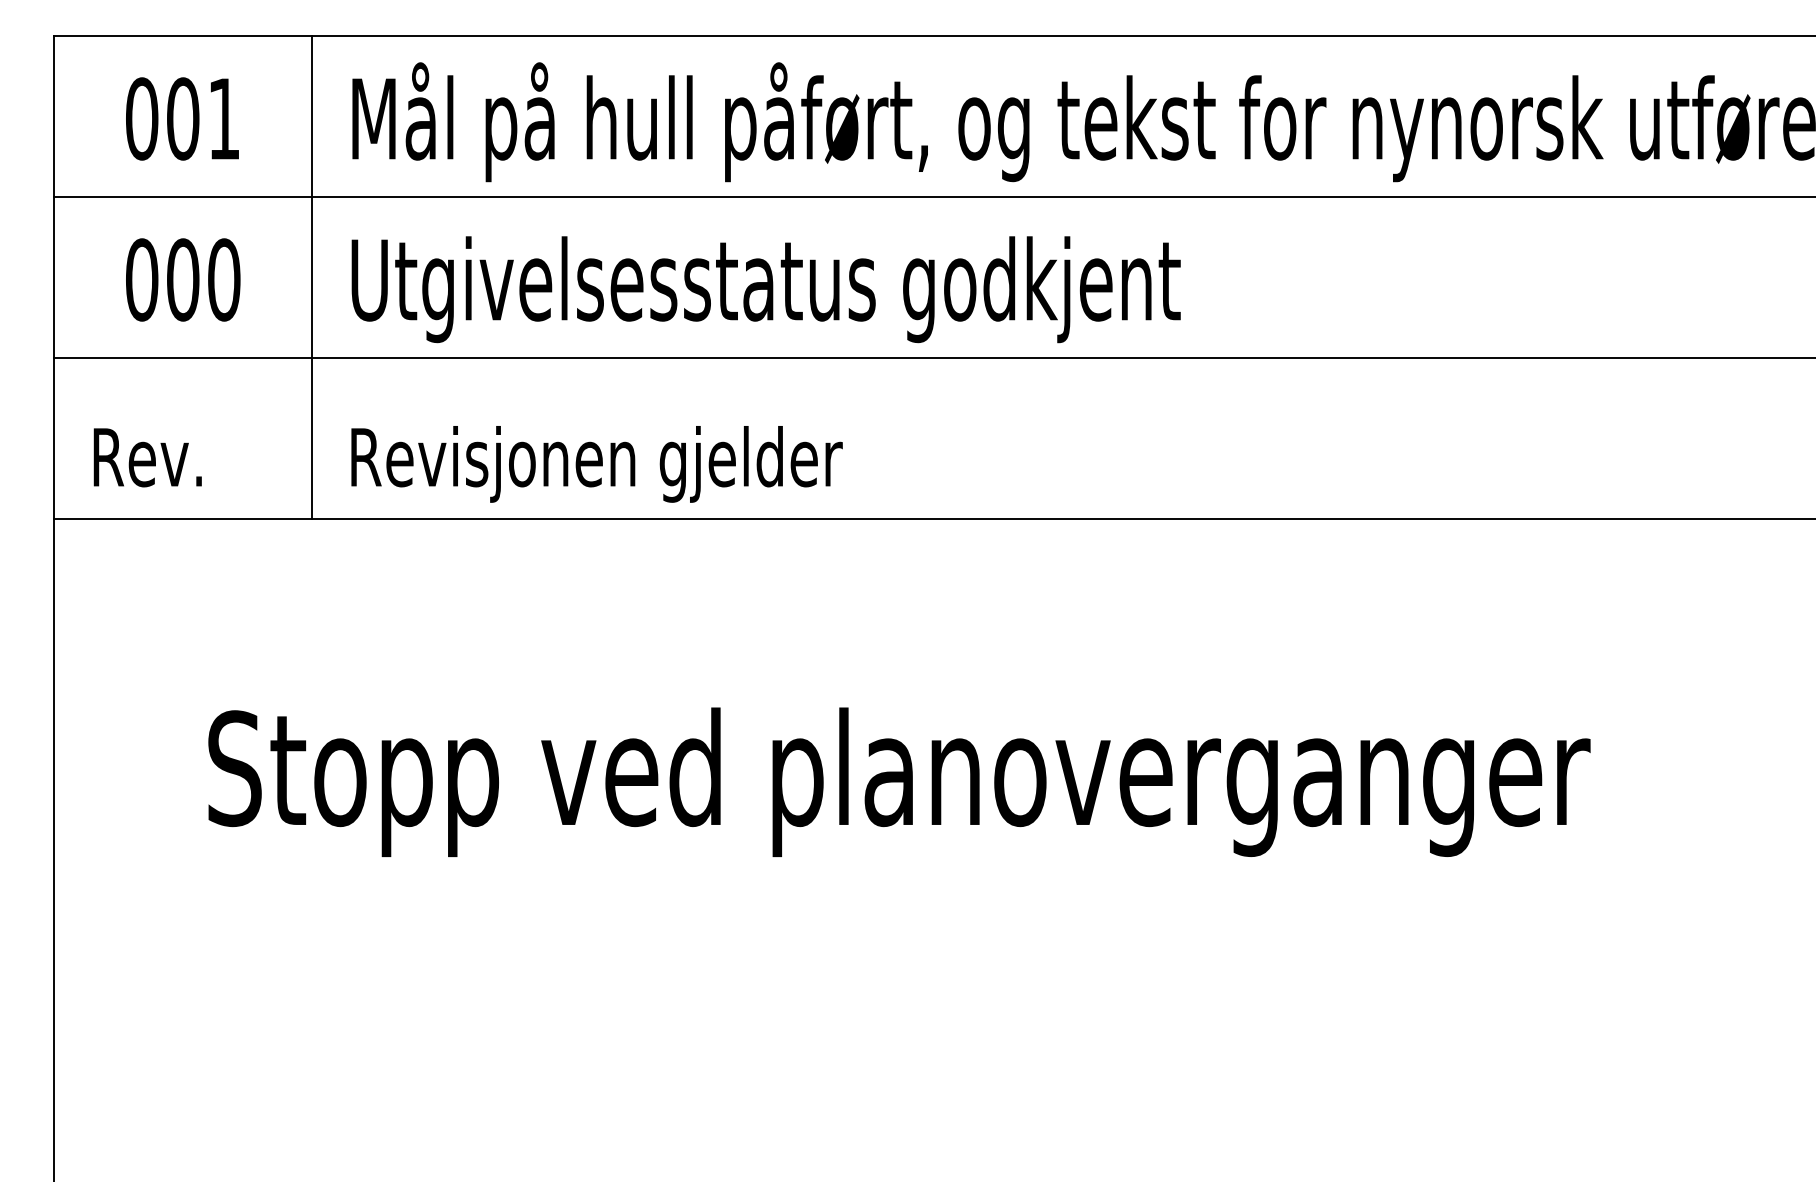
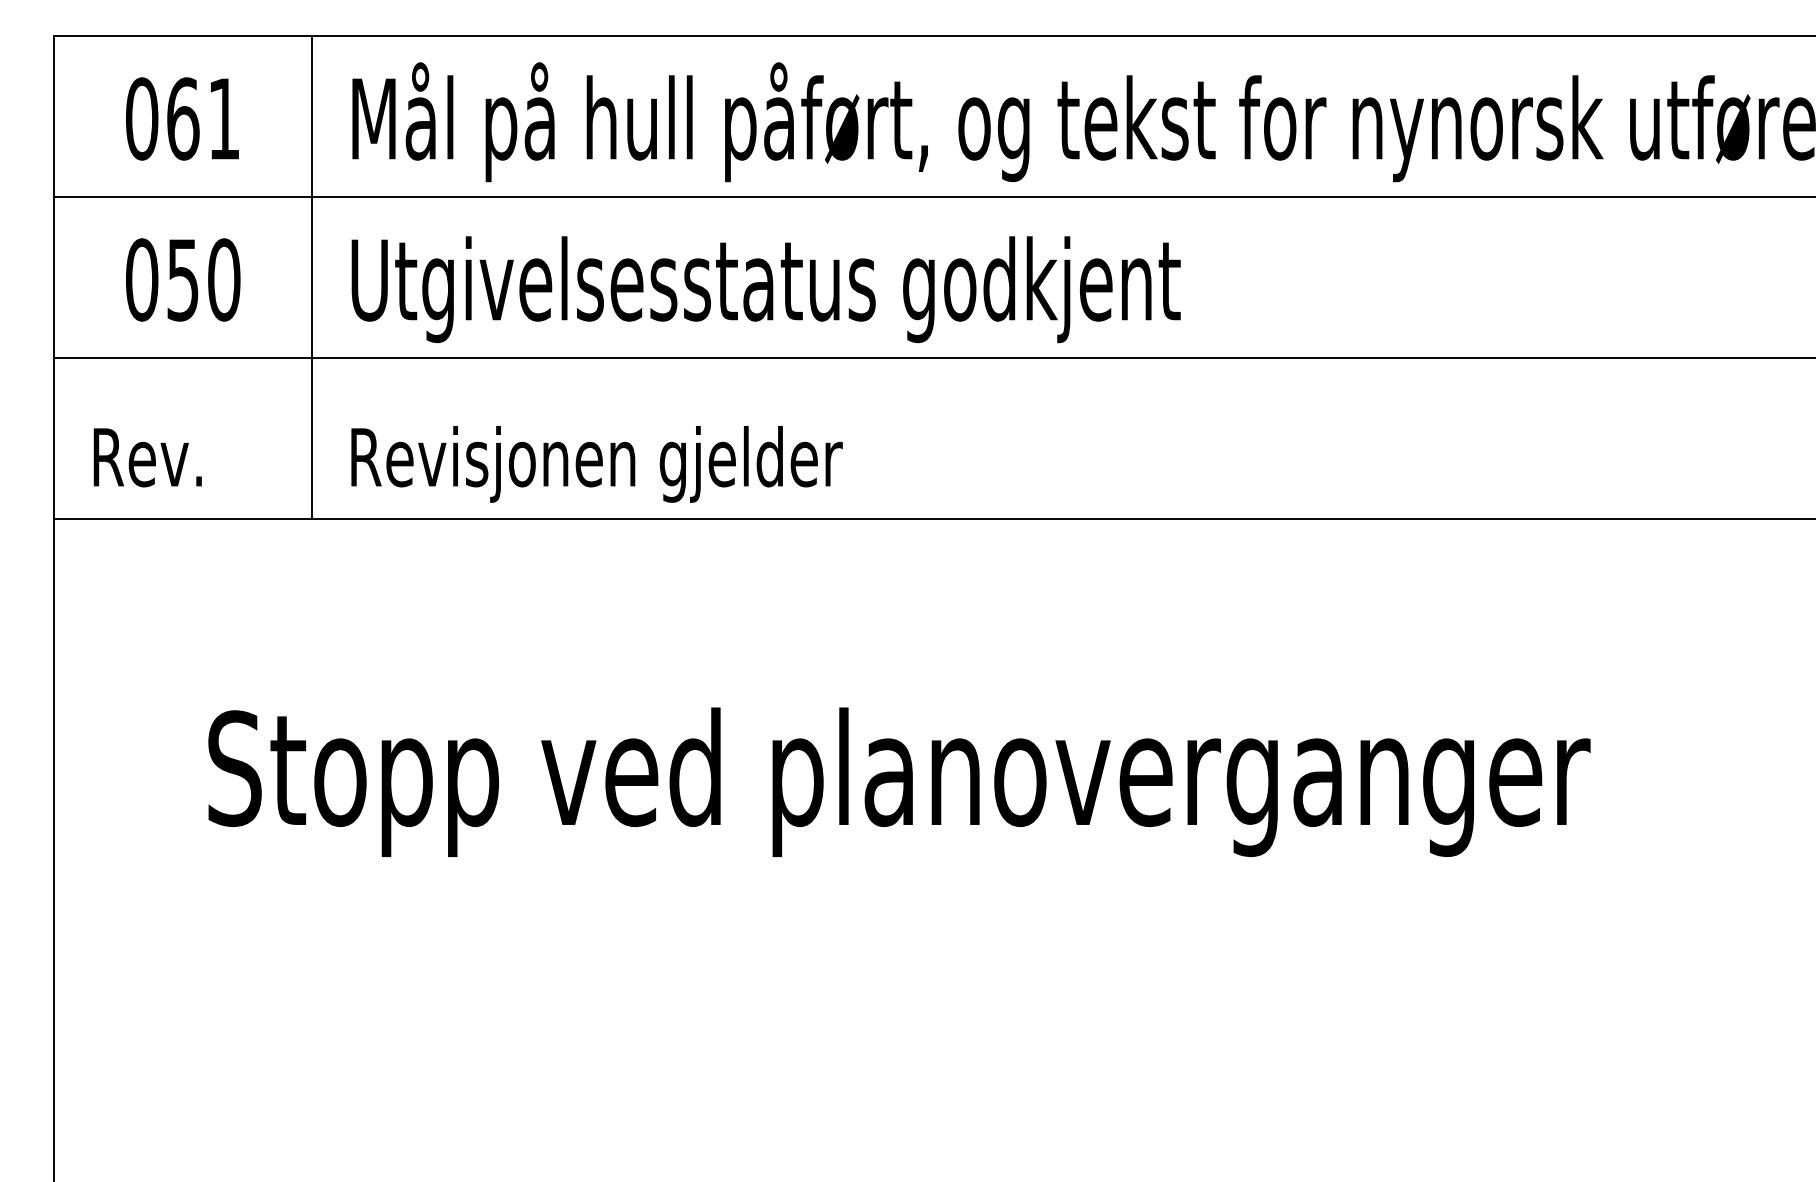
text at (183, 118): 001 -> 061
text at (183, 279): 000 -> 050
